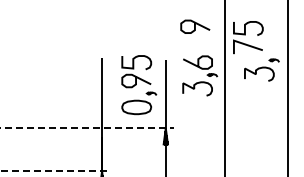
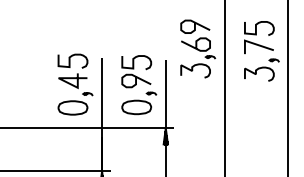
part at (248, 37) position: (248, 37) -> (259, 37)
part at (200, 75) position: (200, 75) -> (198, 57)
part at (75, 84): none -> present
line at (87, 128): dashed -> solid
line at (55, 171): dashed -> solid
